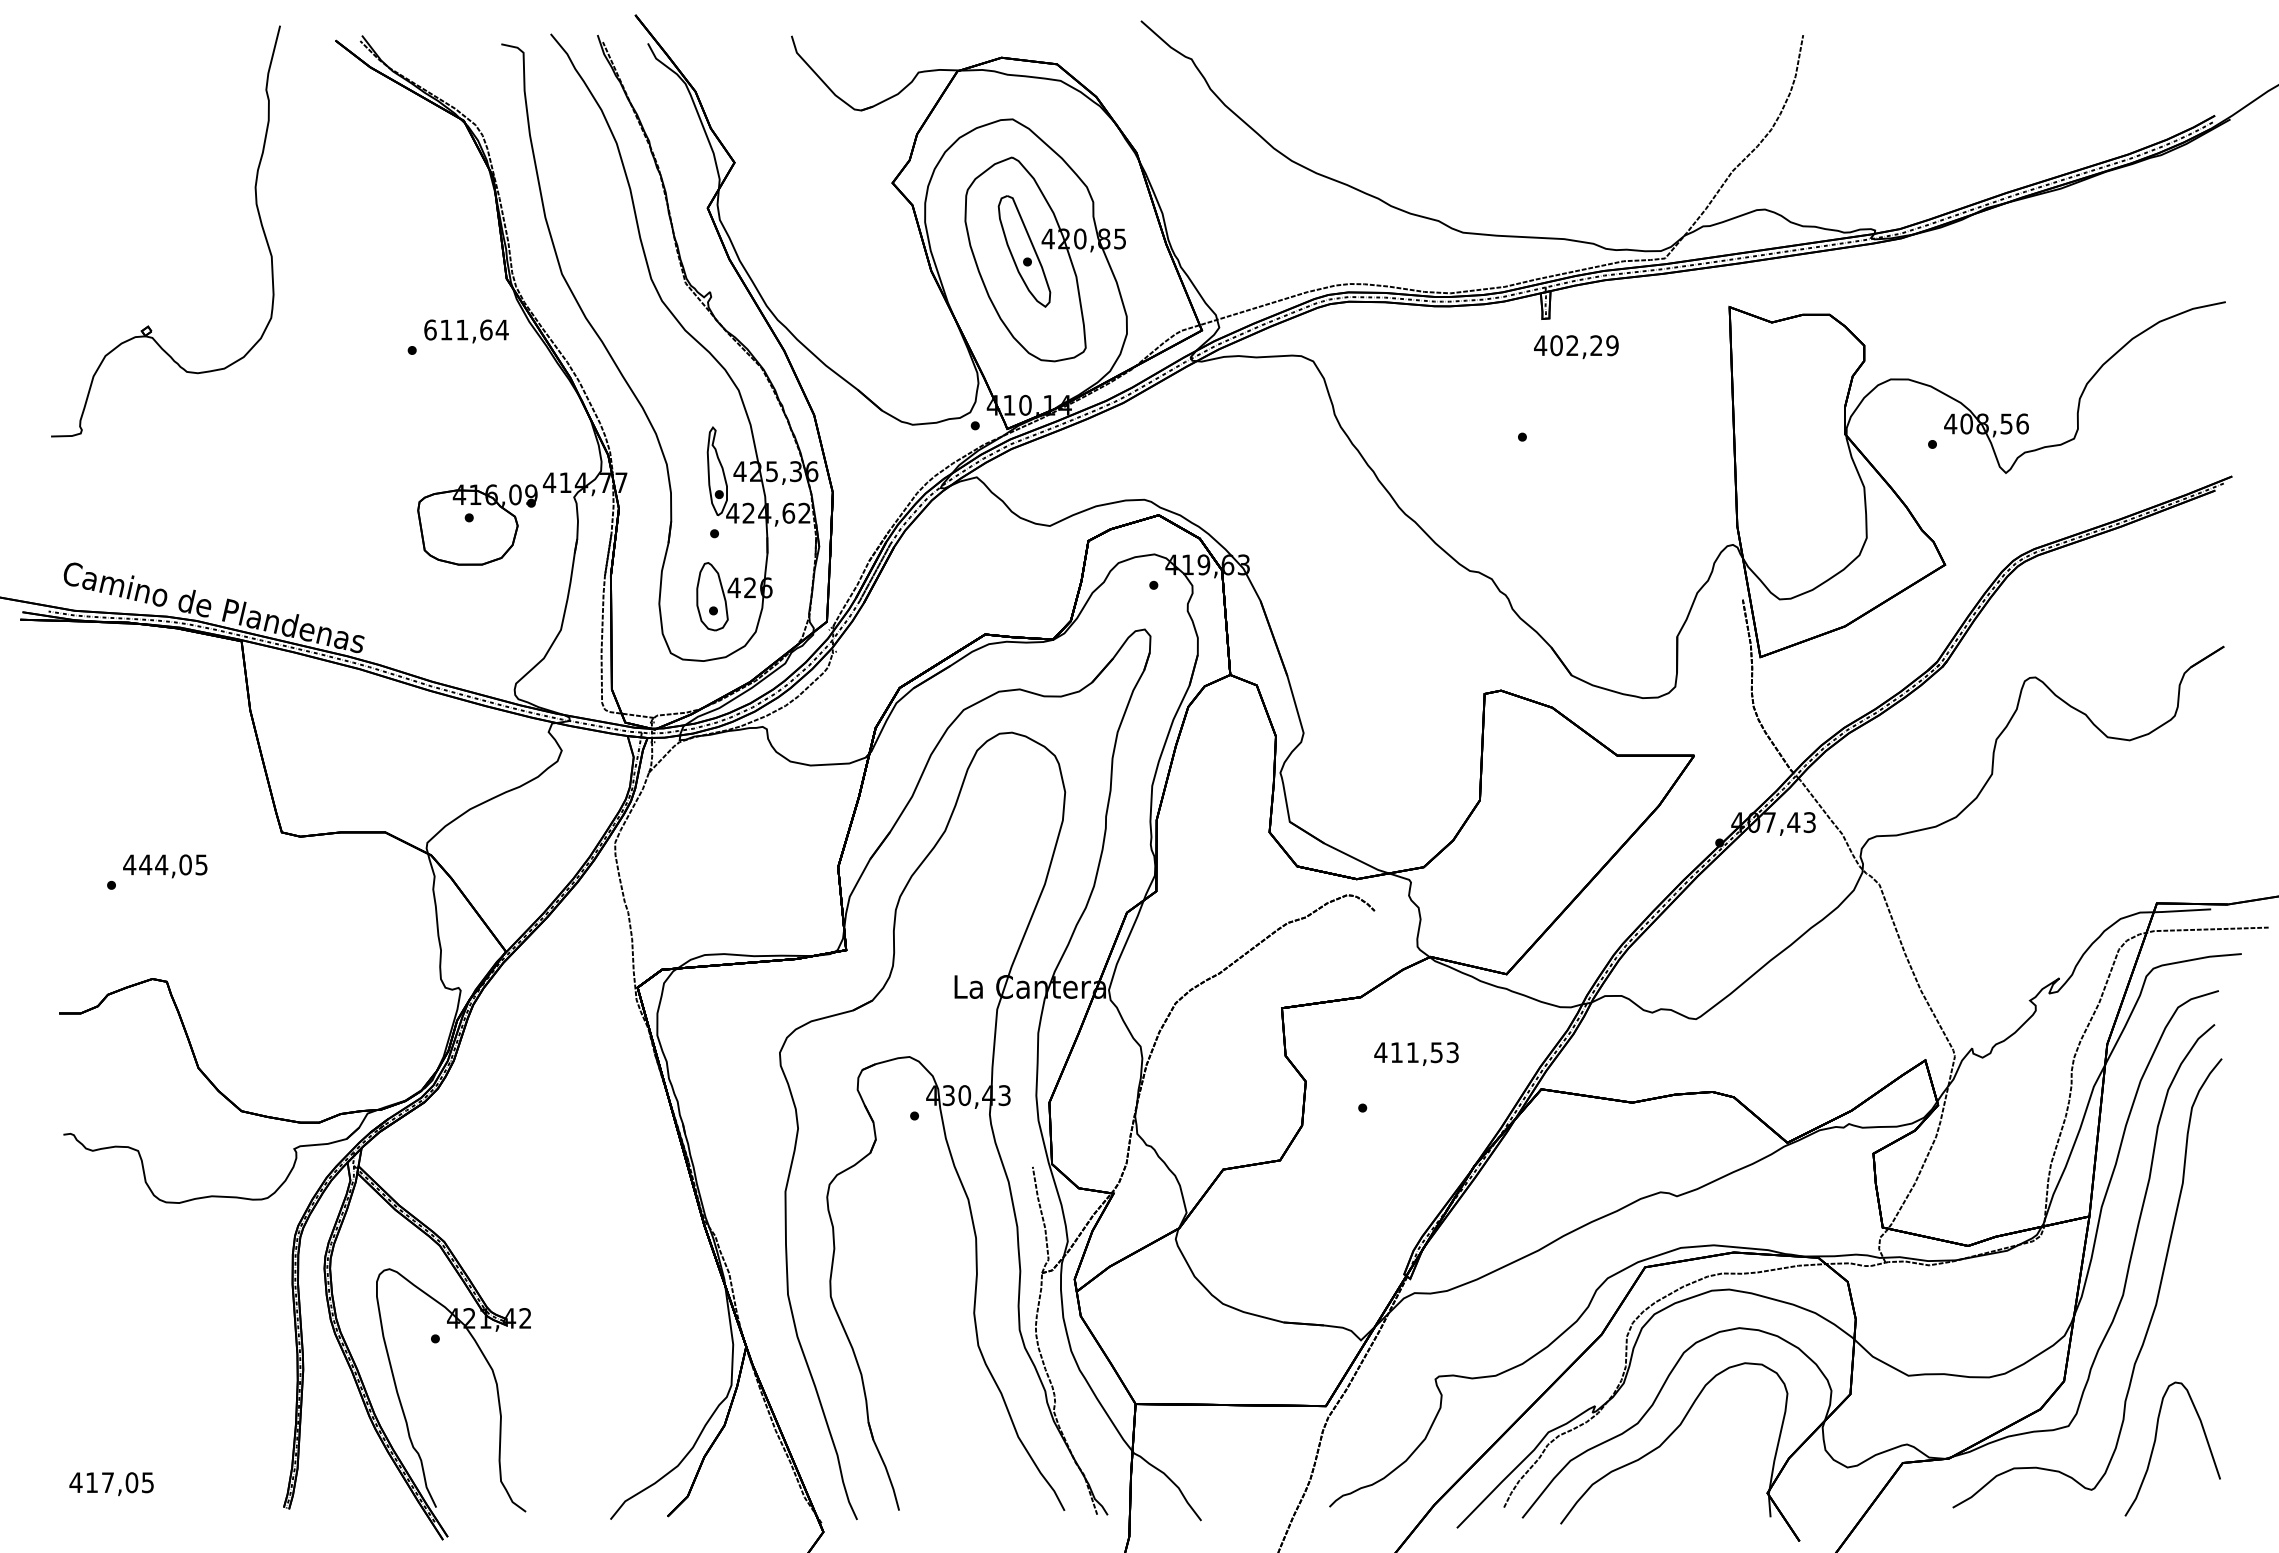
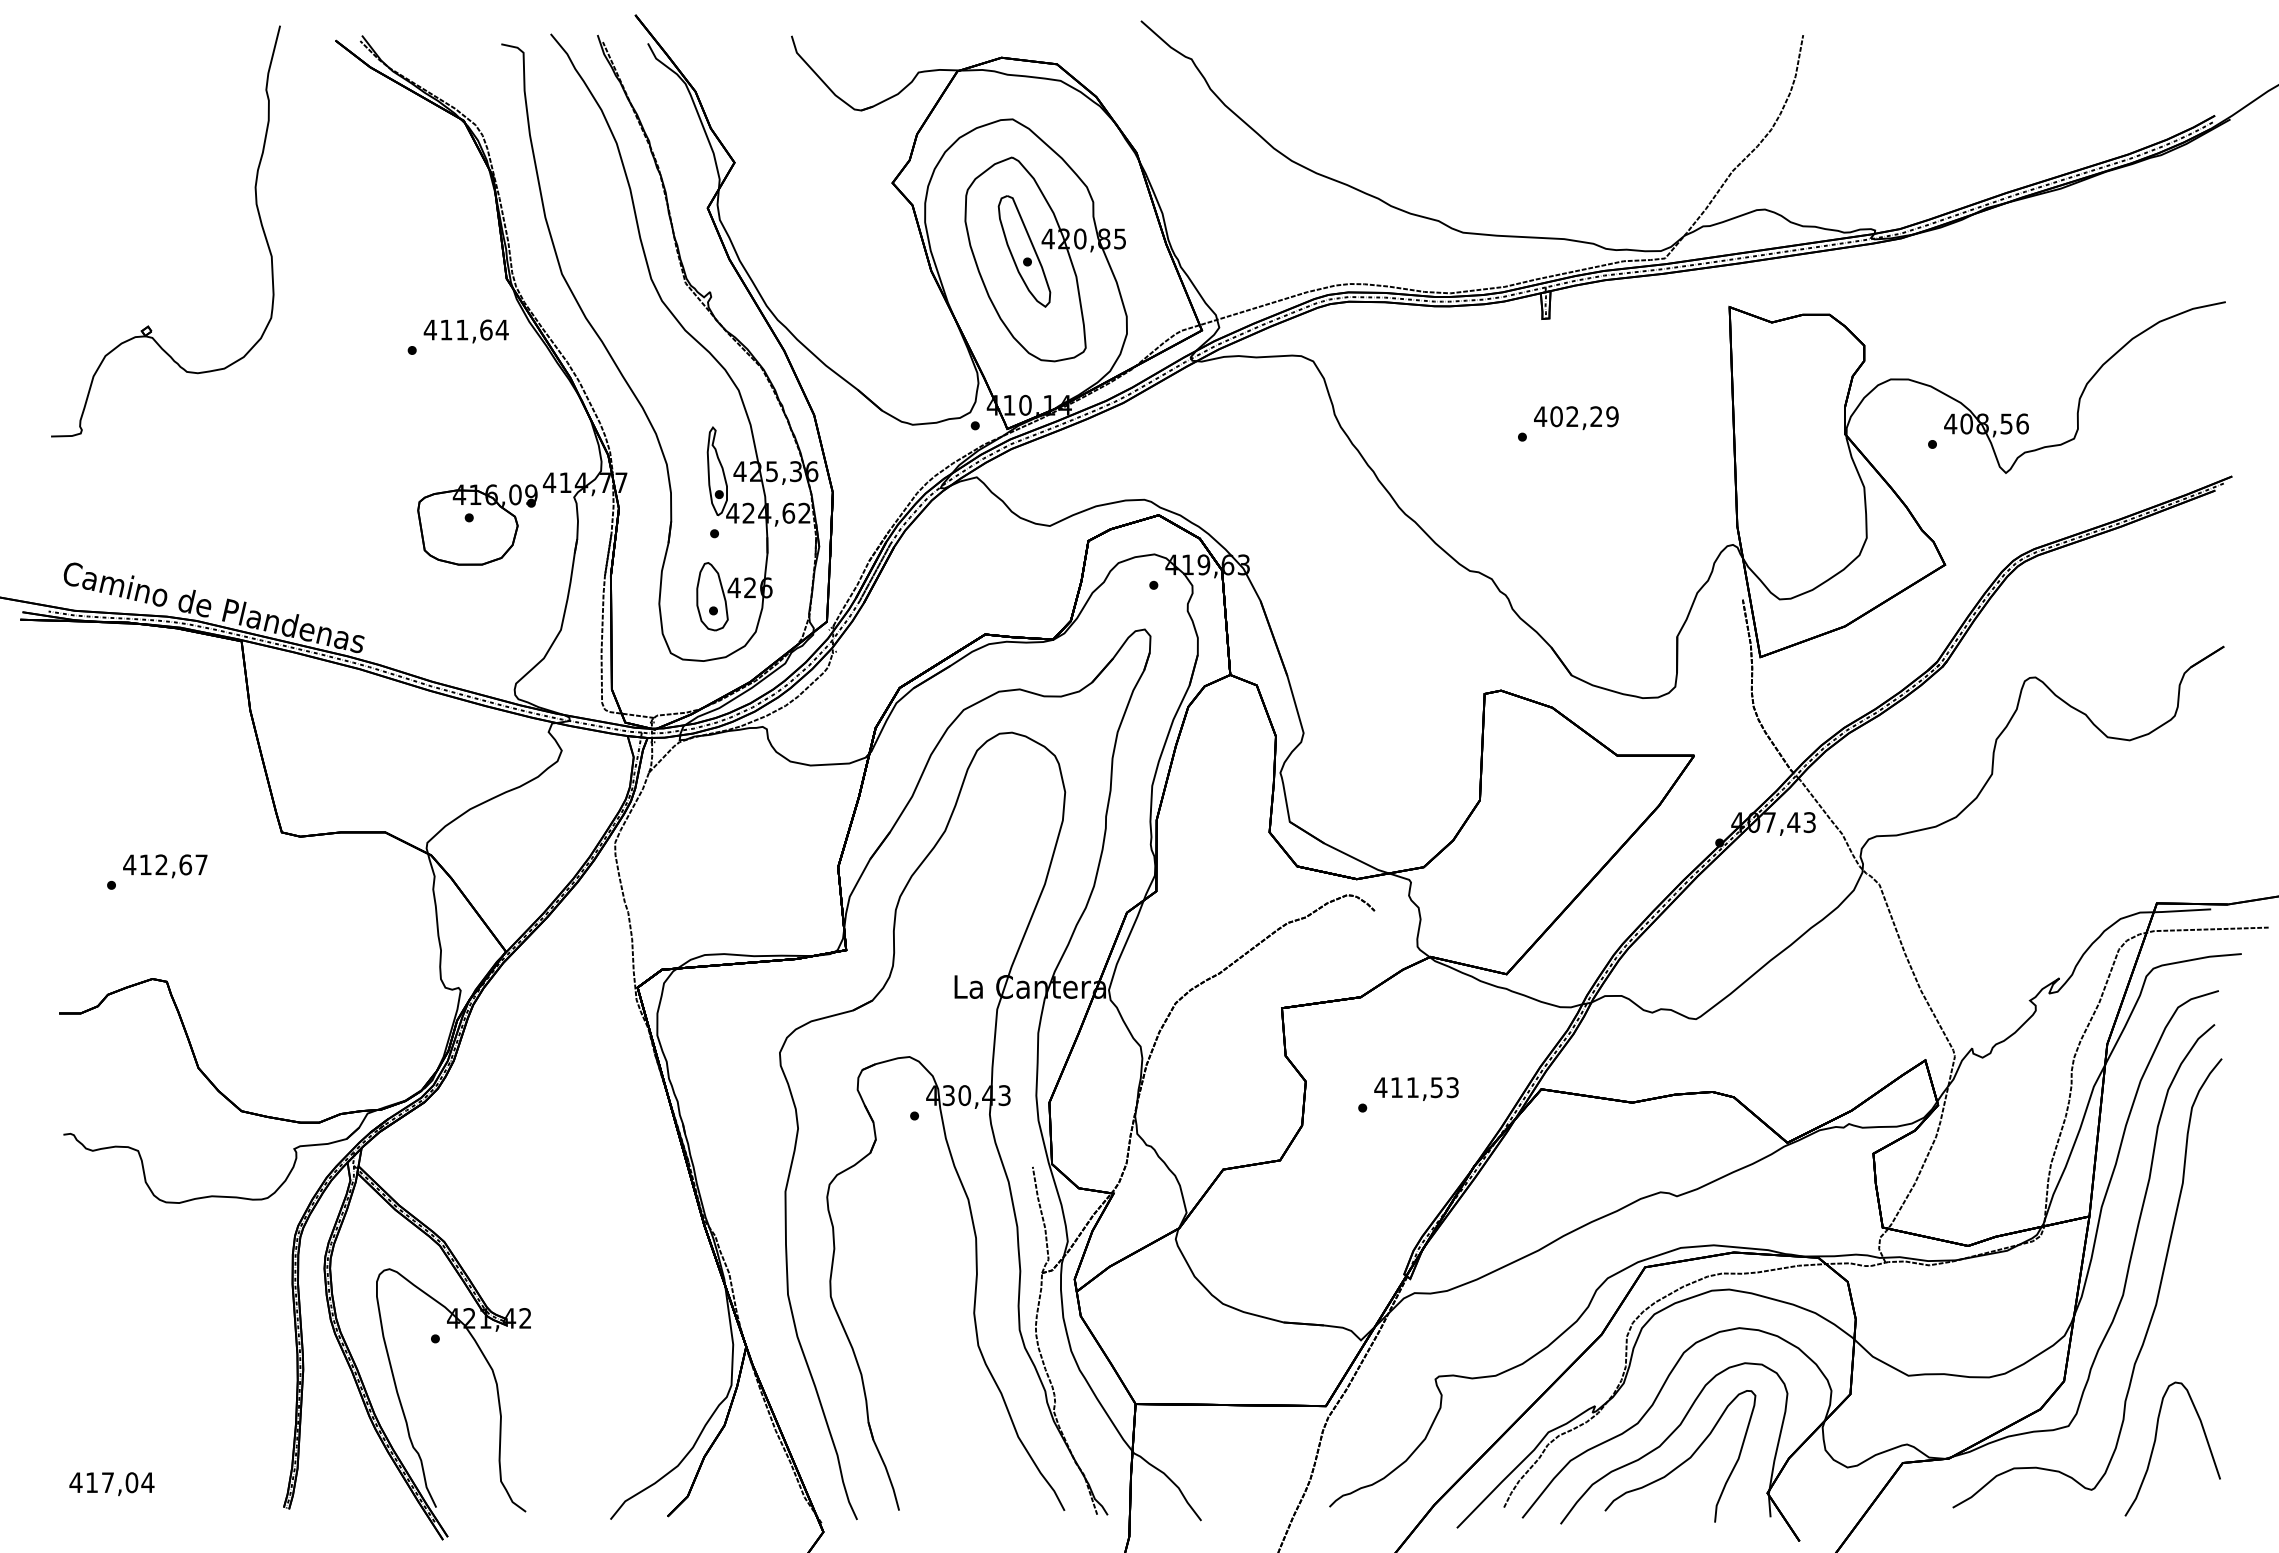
text at (429, 329): 611,64 -> 411,64
text at (1576, 347) position: (1576, 347) -> (1576, 418)
text at (173, 864): 444,05 -> 412,67
text at (1416, 1053) position: (1416, 1053) -> (1416, 1088)
curve at (1684, 1460): none -> present
text at (147, 1482): 417,05 -> 417,04
